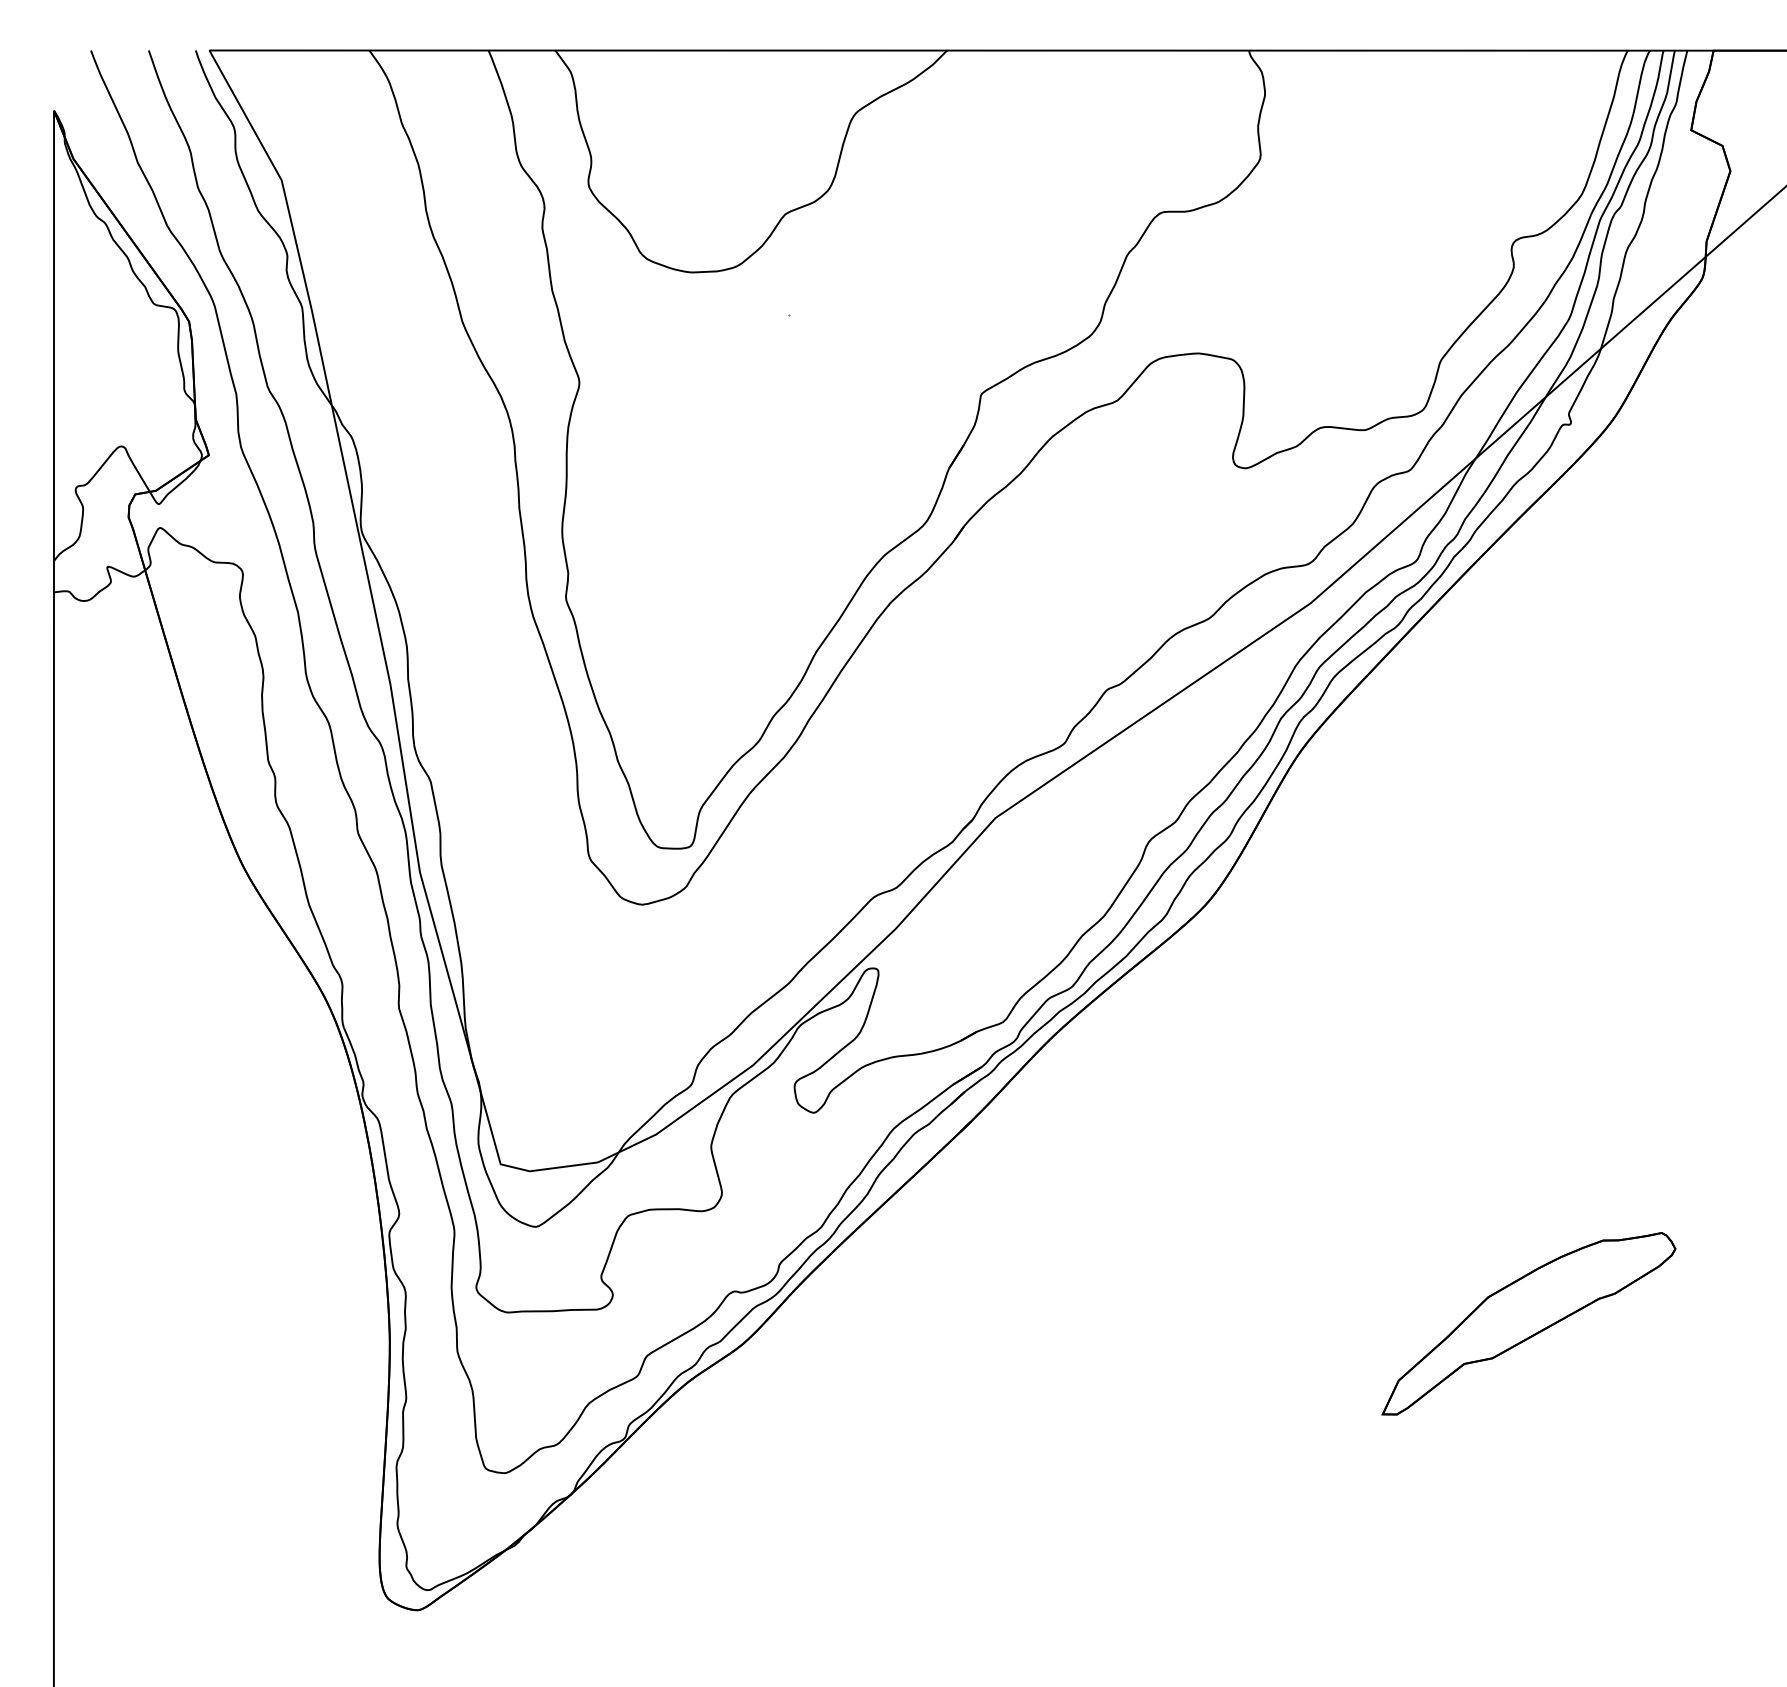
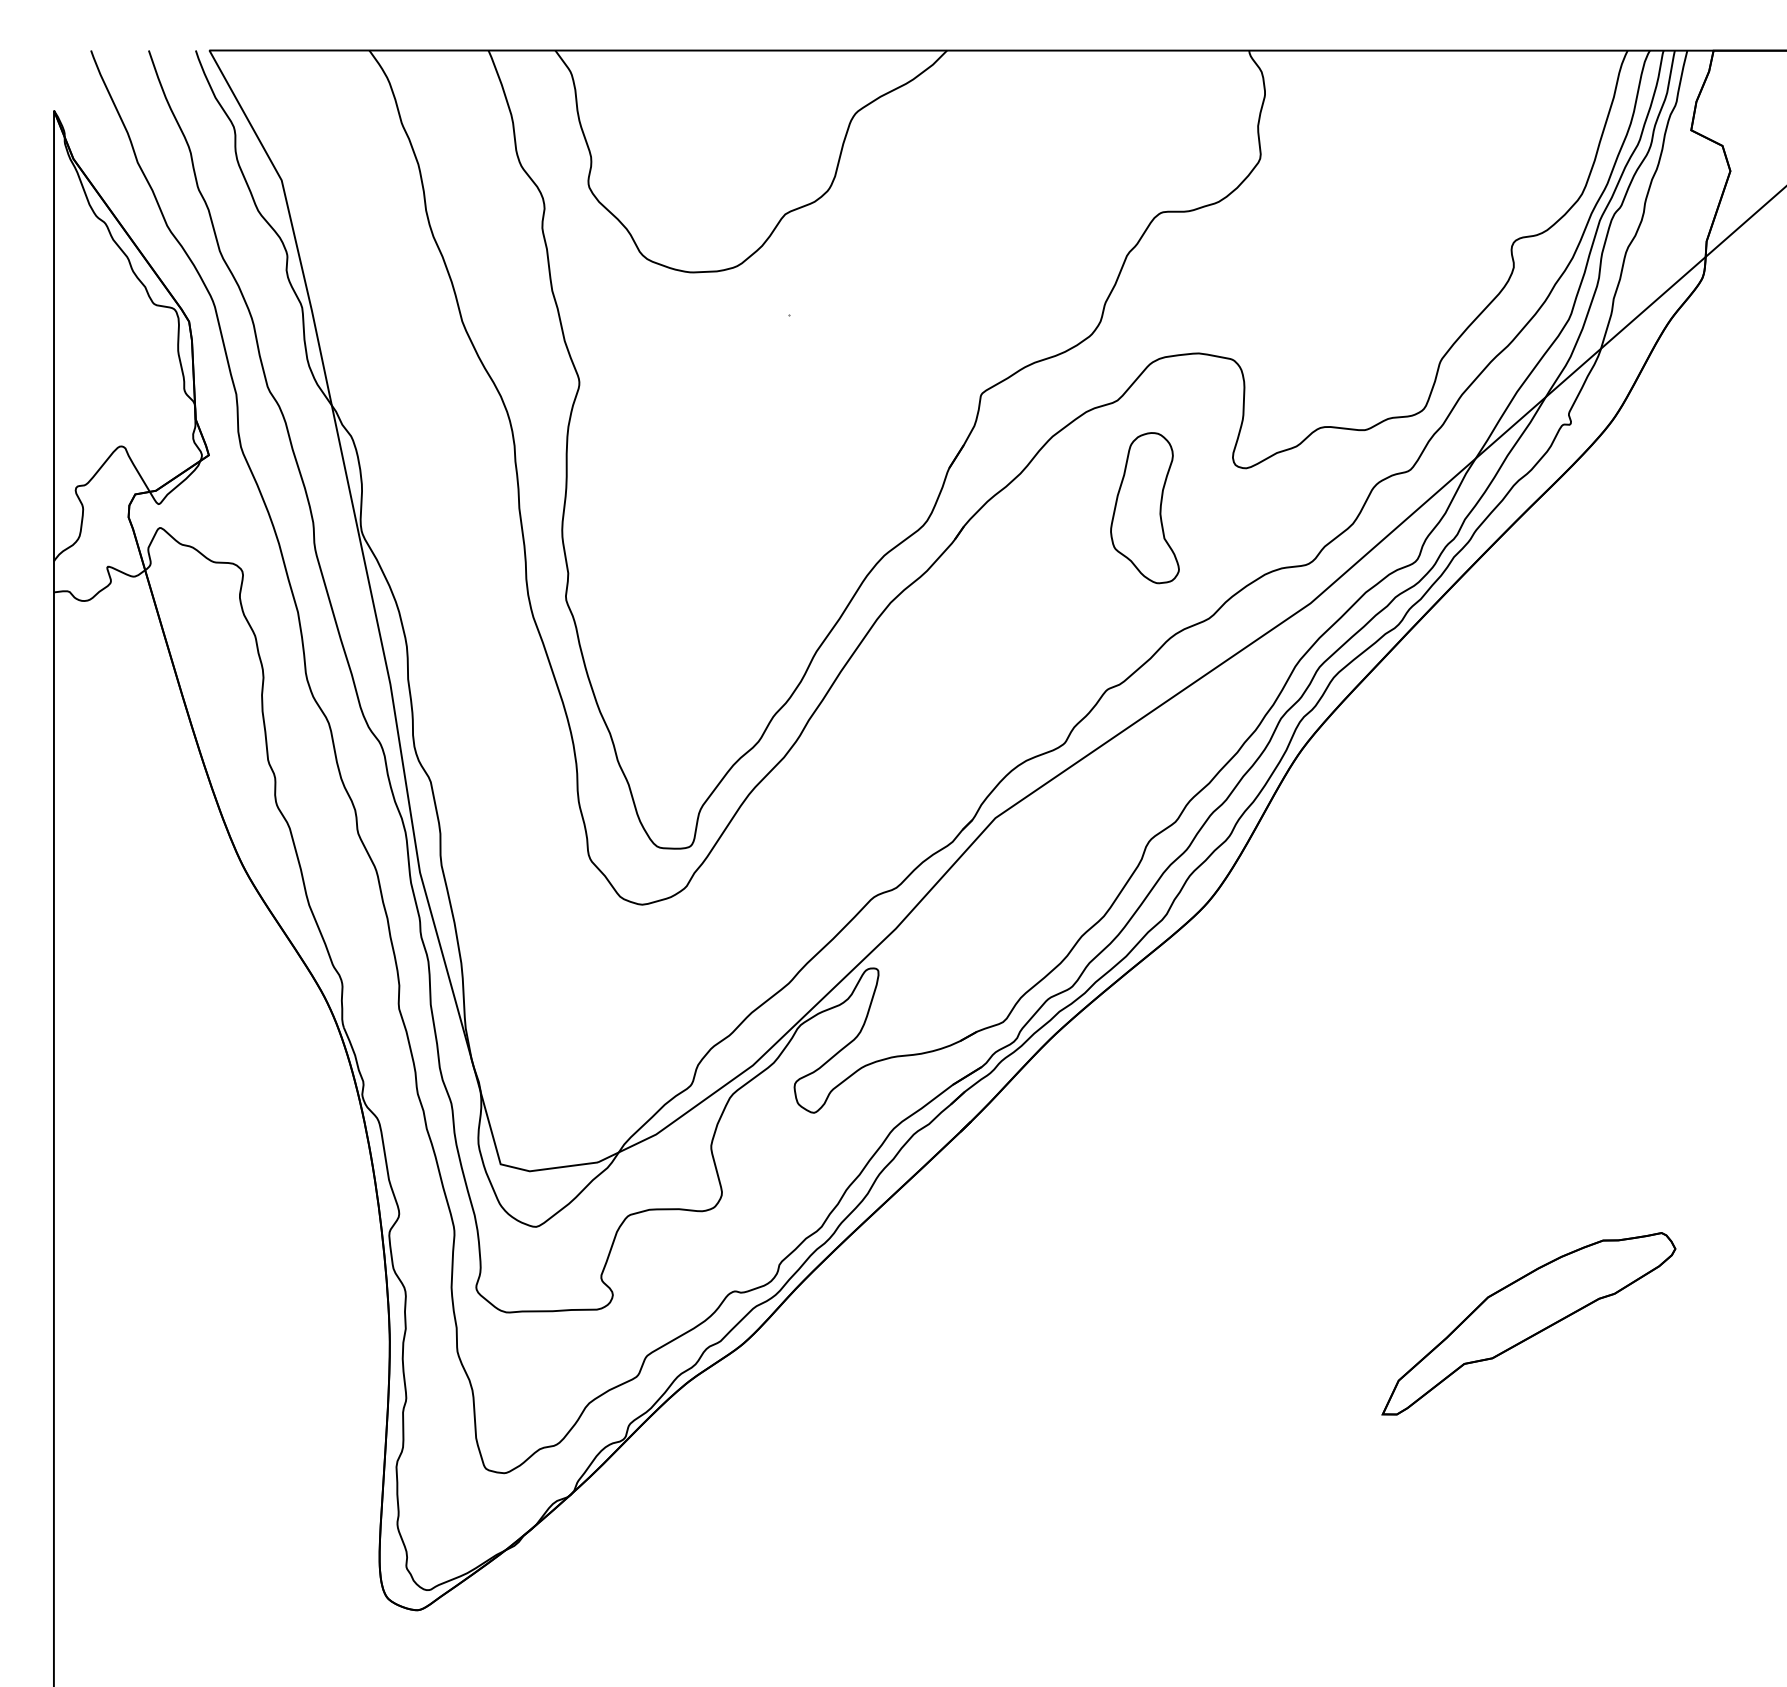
part at (1144, 508): none -> present
